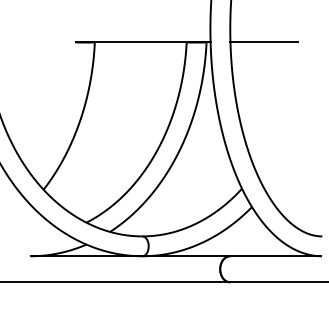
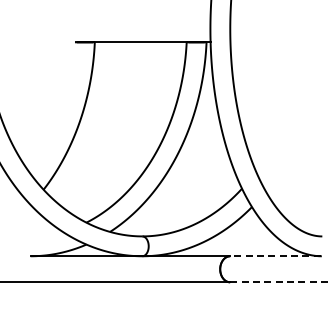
line at (264, 42): present -> none
line at (274, 256): solid -> dashed
line at (279, 282): solid -> dashed
